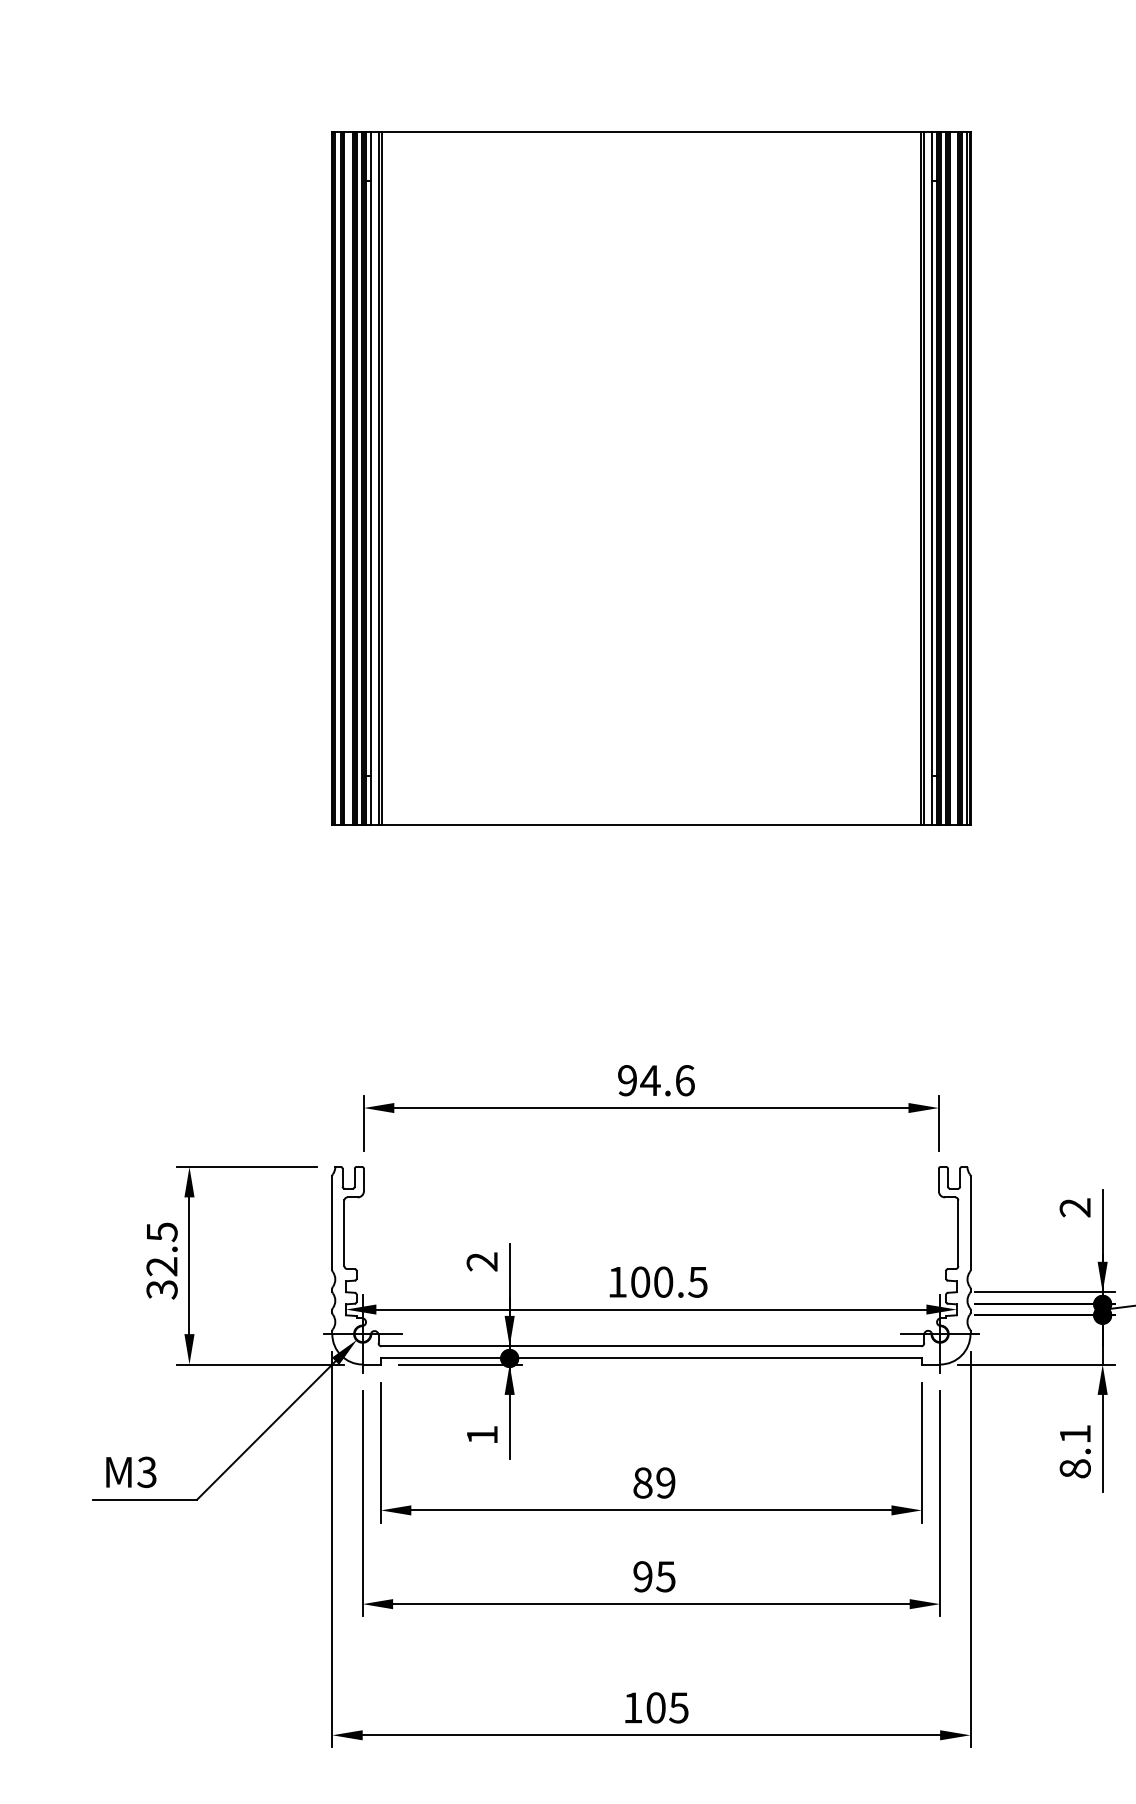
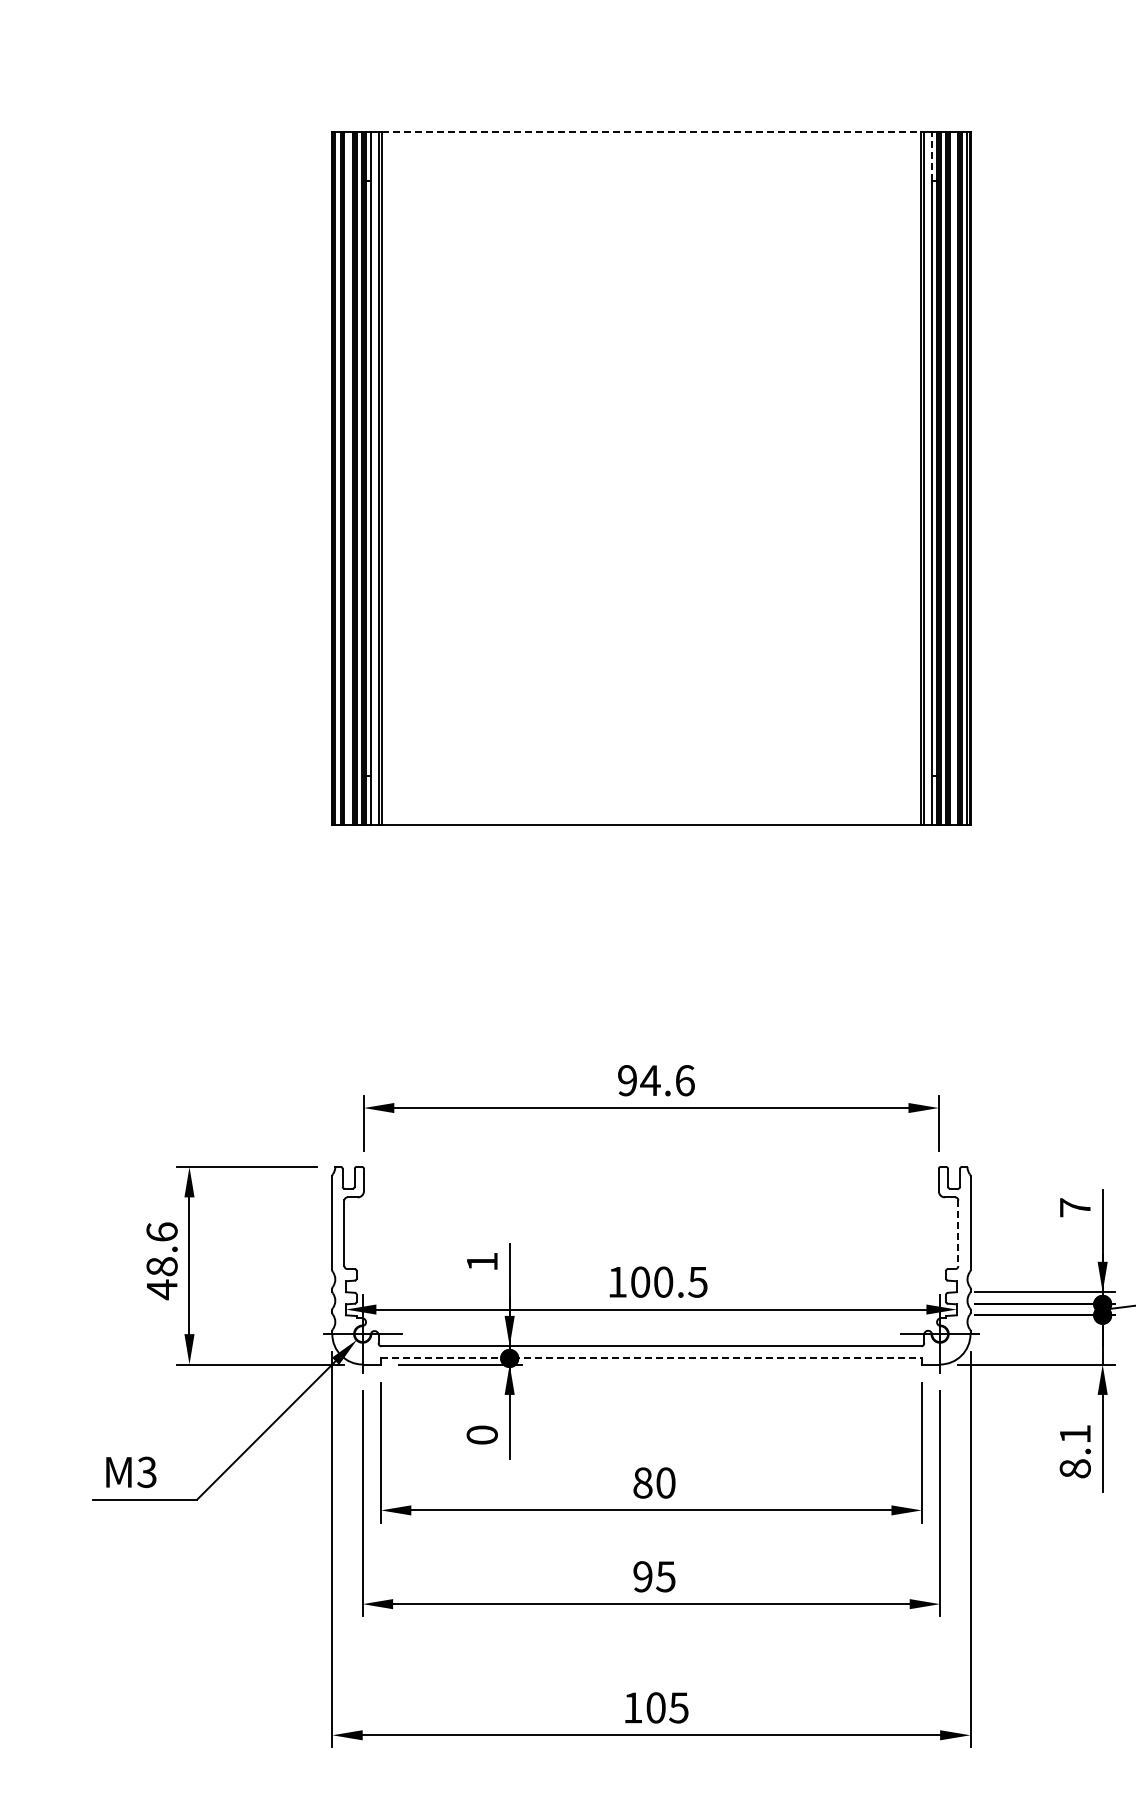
line at (651, 131): solid -> dashed
line at (931, 155): solid -> dashed
text at (1074, 1207): 2 -> 7
line at (958, 1233): solid -> dashed
text at (161, 1261): 32.5 -> 48.6
text at (481, 1261): 2 -> 1
line at (651, 1358): solid -> dashed
text at (481, 1434): 1 -> 0
text at (665, 1482): 89 -> 80
